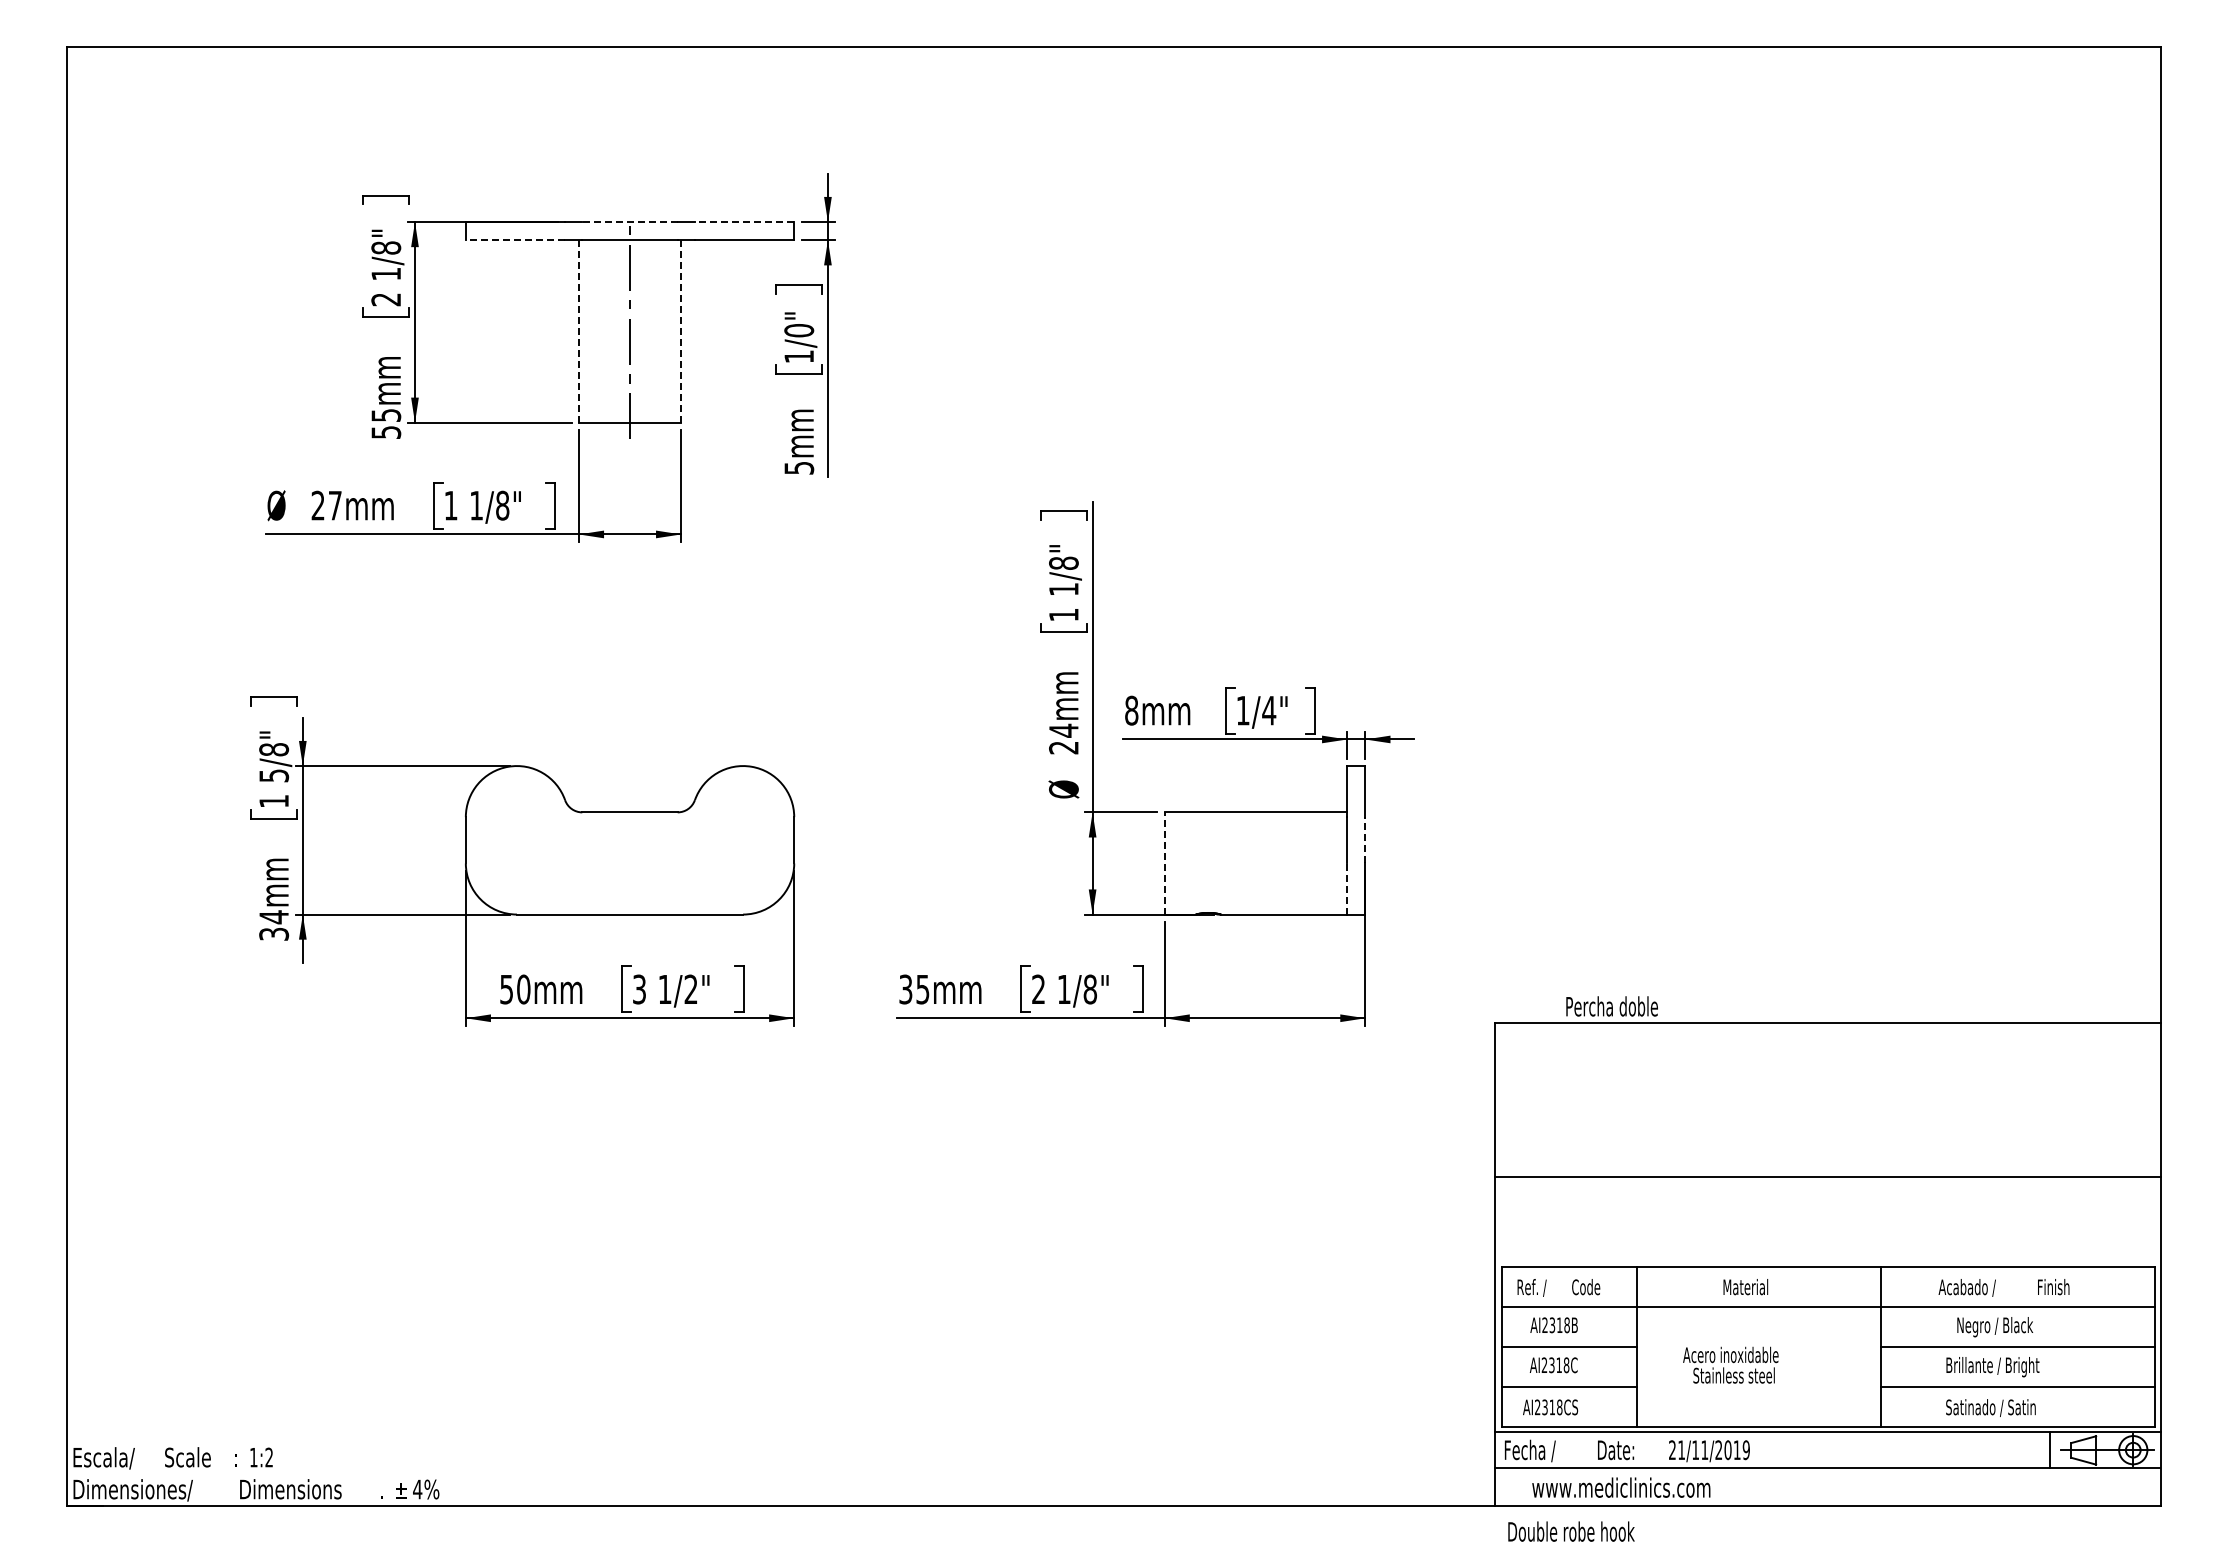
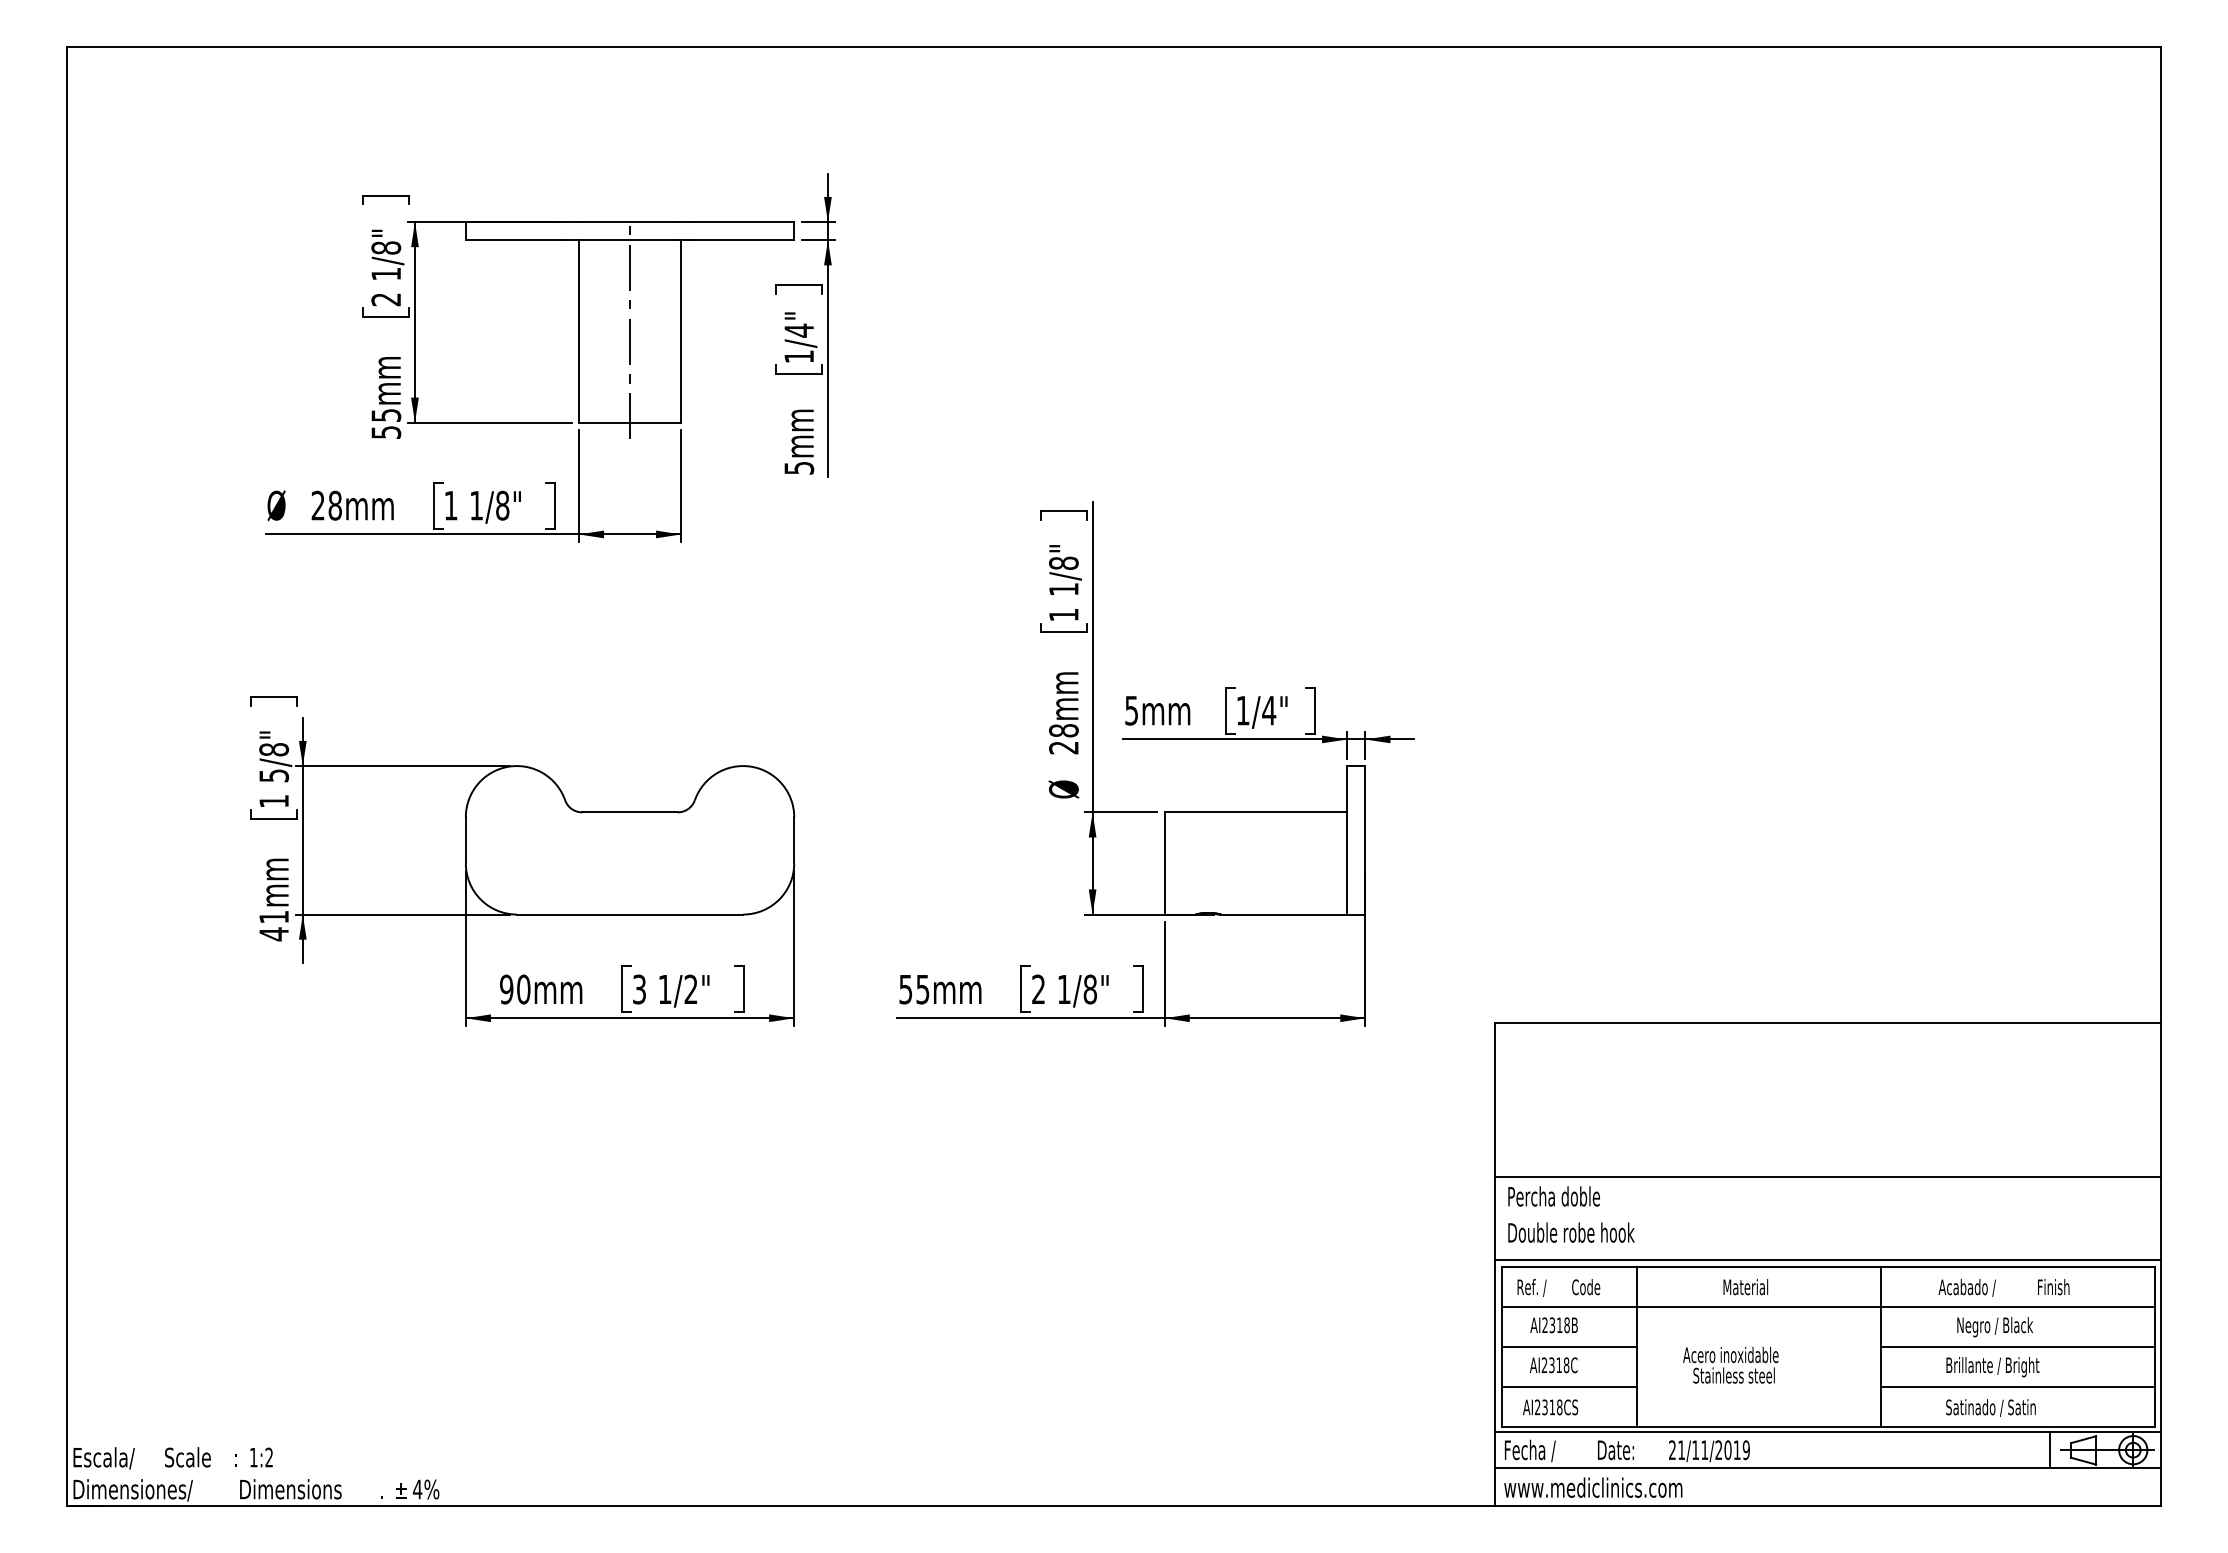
line at (630, 222): dashed -> solid
line at (744, 222): dashed -> solid
line at (515, 240): dashed -> solid
text at (799, 330): 1/0" -> 1/4"
line at (578, 331): dashed -> solid
line at (681, 332): dashed -> solid
text at (334, 505): 27mm -> 28mm
text at (1131, 710): 8mm -> 5mm
text at (1063, 730): 24mm -> 28mm
line at (1365, 839): dashed -> solid
line at (1164, 862): dashed -> solid
line at (1347, 889): dashed -> solid
text at (274, 925): 34mm -> 41mm
text at (906, 988): 35mm -> 55mm
text at (506, 989): 50mm -> 90mm
text at (1611, 1006) position: (1611, 1006) -> (1553, 1196)
line at (1827, 1259): none -> present
text at (1621, 1487) position: (1621, 1487) -> (1593, 1487)
text at (1571, 1531) position: (1571, 1531) -> (1571, 1232)
